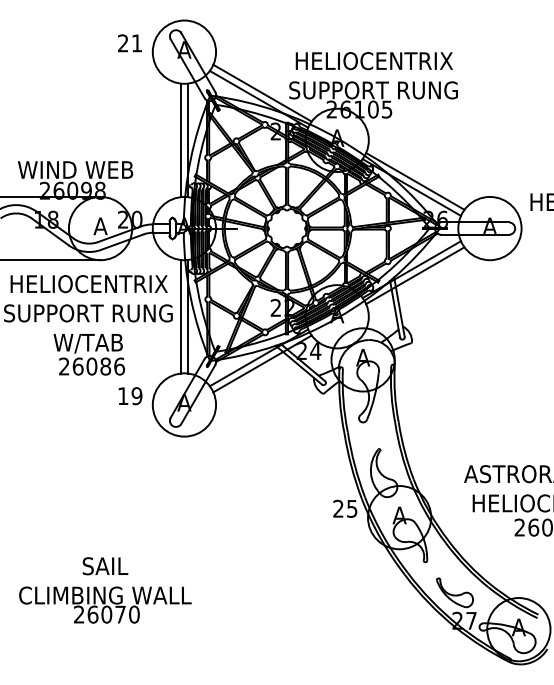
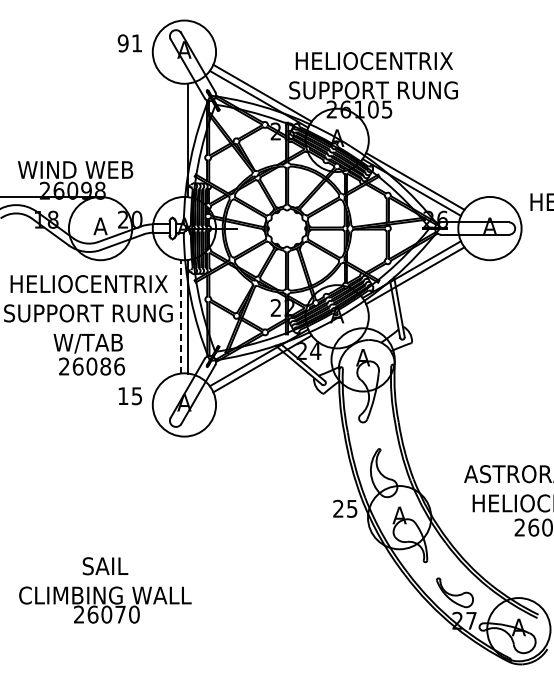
text at (122, 43): 21 -> 91
line at (180, 140): present -> none
line at (51, 260): present -> none
line at (180, 316): solid -> dashed
text at (136, 395): 19 -> 15
